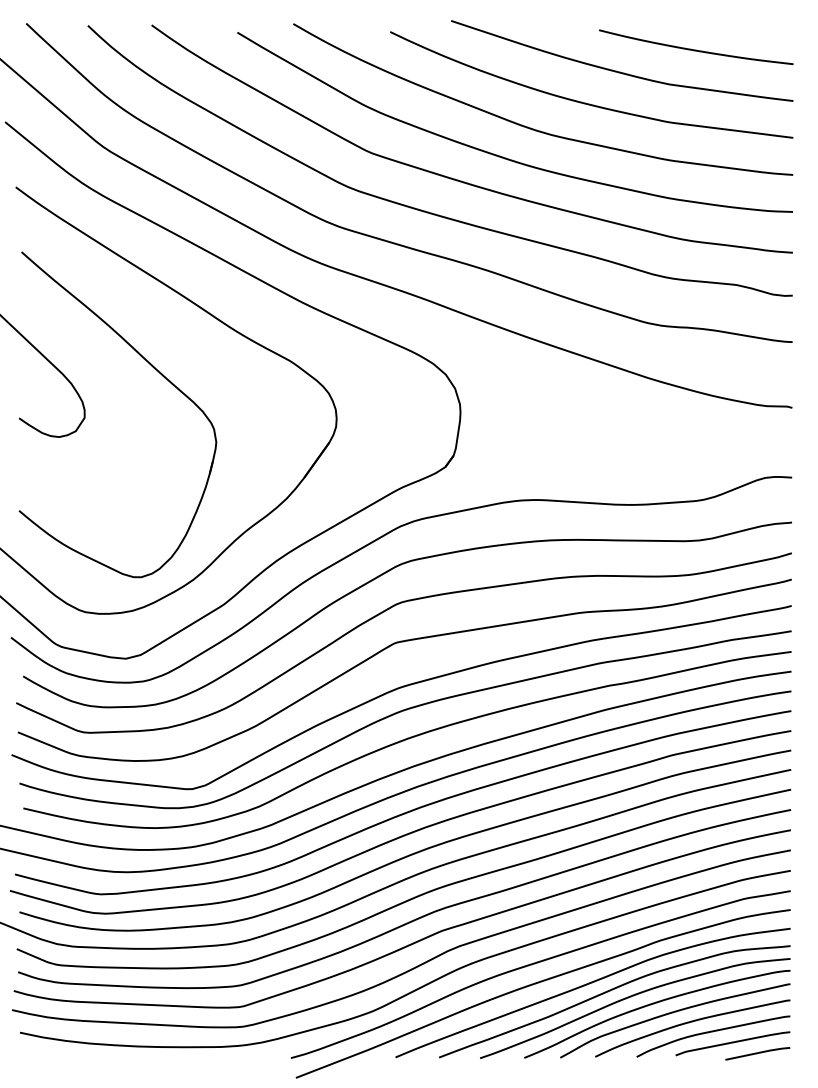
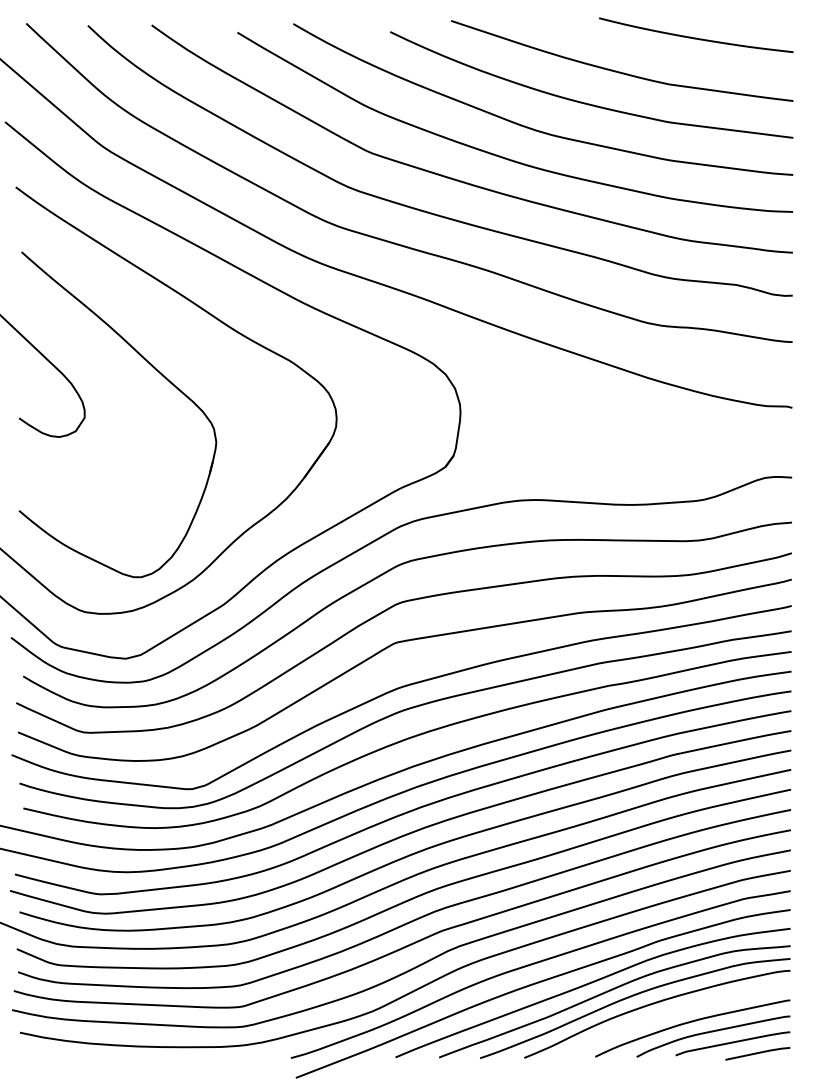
curve at (696, 49) position: (696, 49) -> (696, 37)
curve at (673, 1013): present -> none
